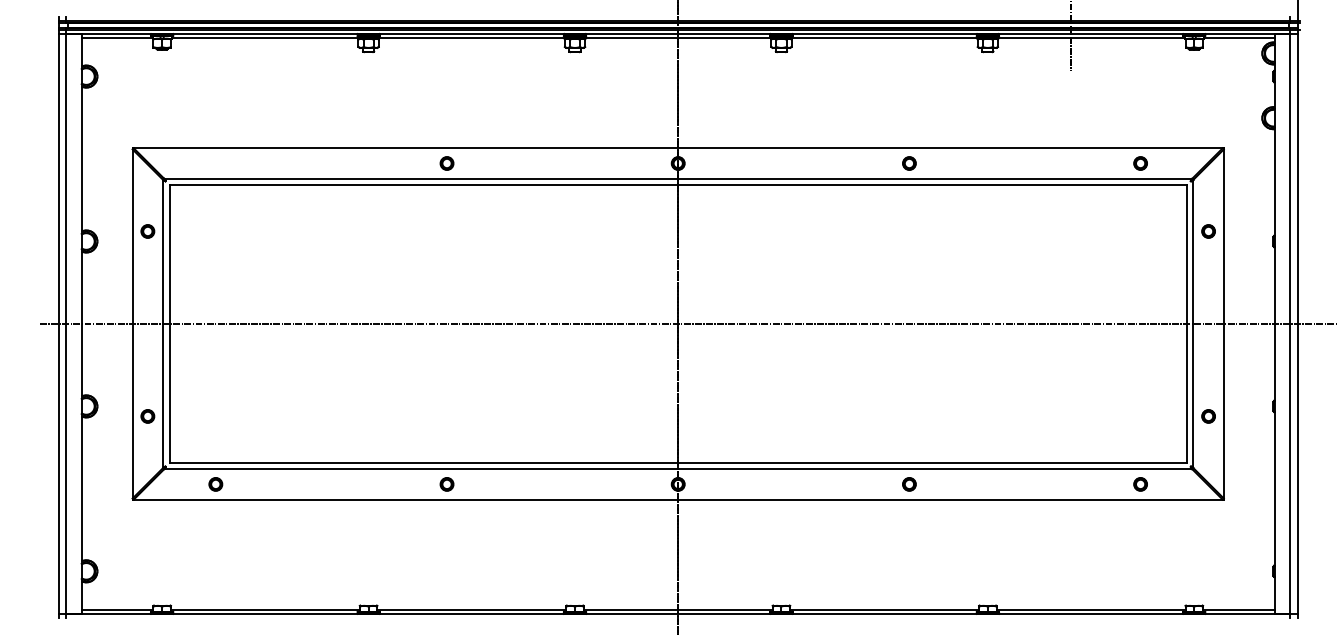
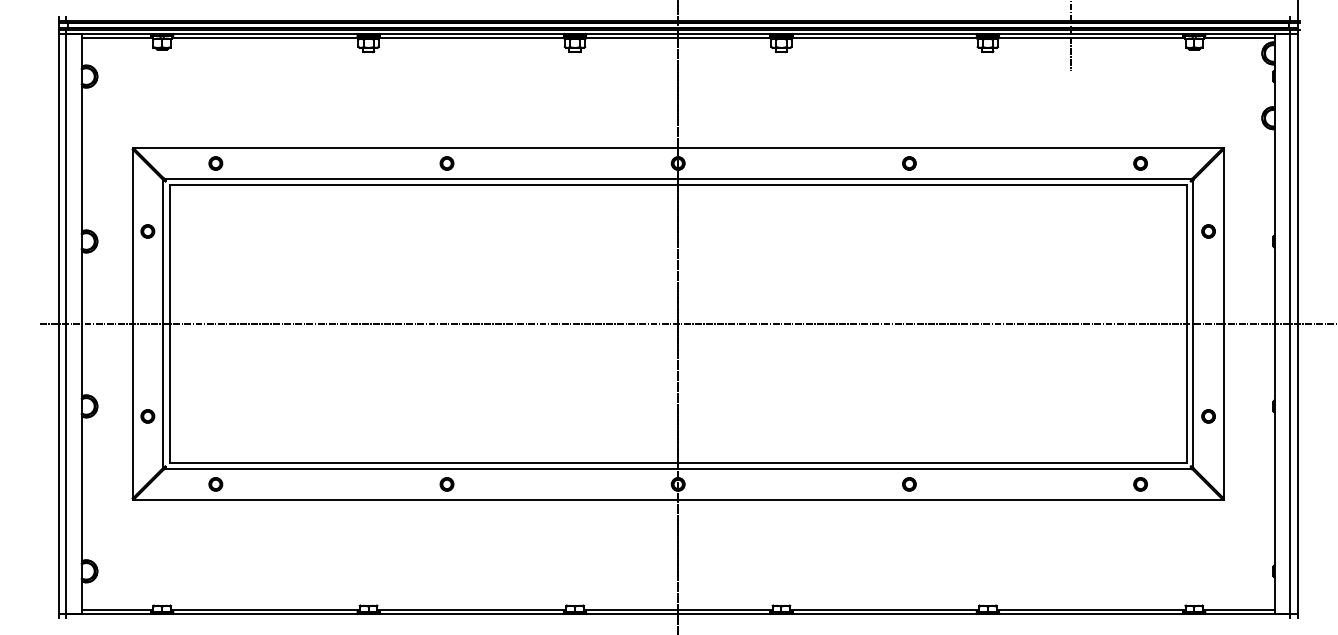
part at (215, 163): none -> present
